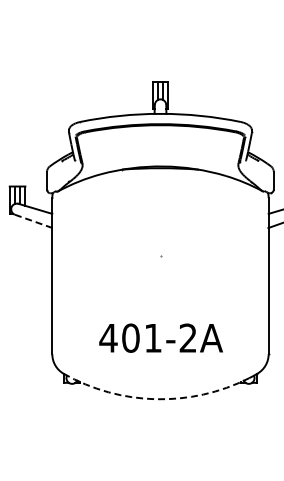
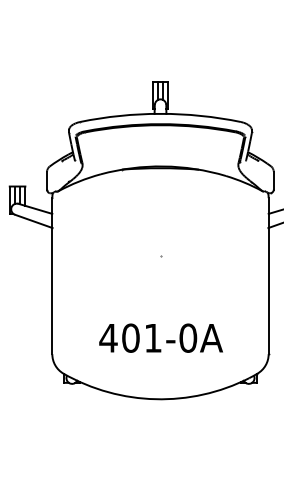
line at (33, 221): dashed -> solid
text at (188, 337): 401-2A -> 401-0A
arc at (155, 399): dashed -> solid
